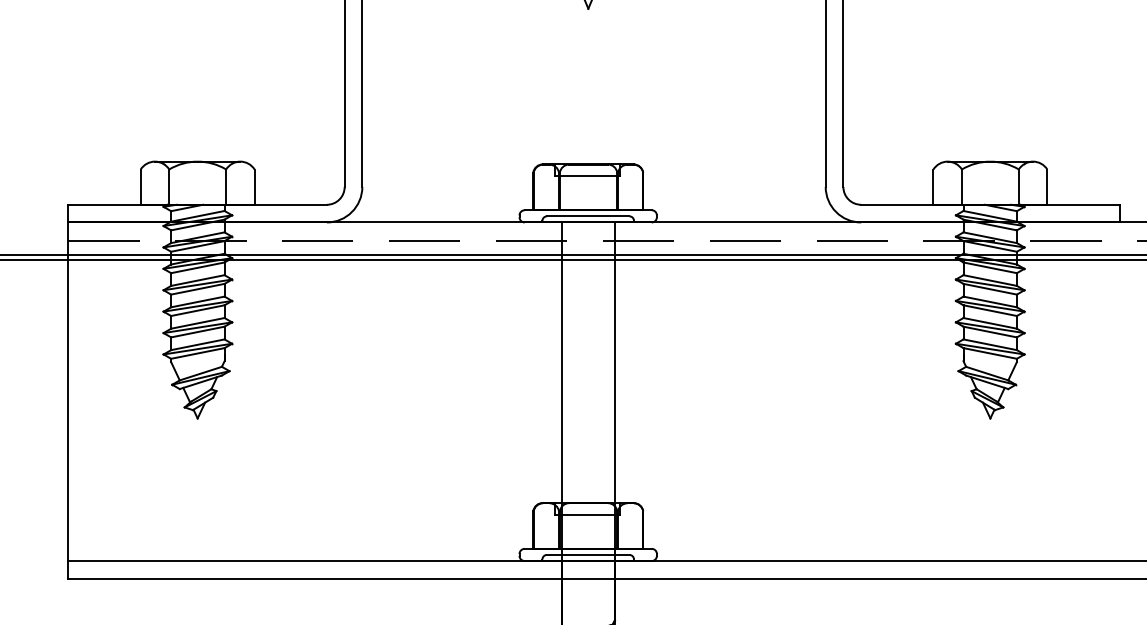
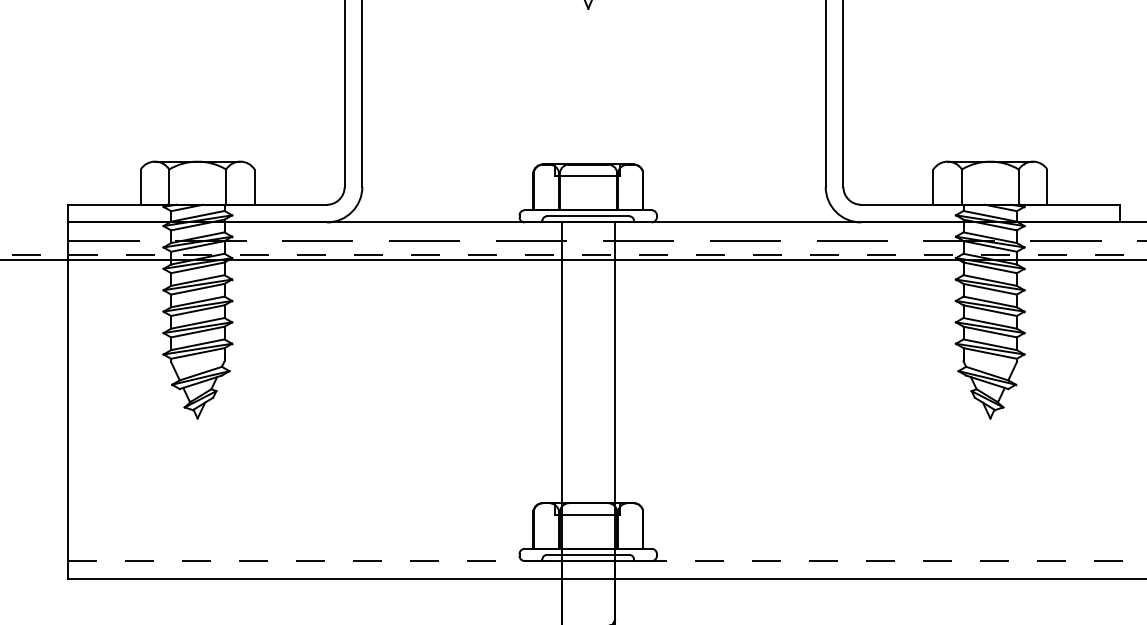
line at (573, 255): solid -> dashed
line at (607, 561): solid -> dashed
